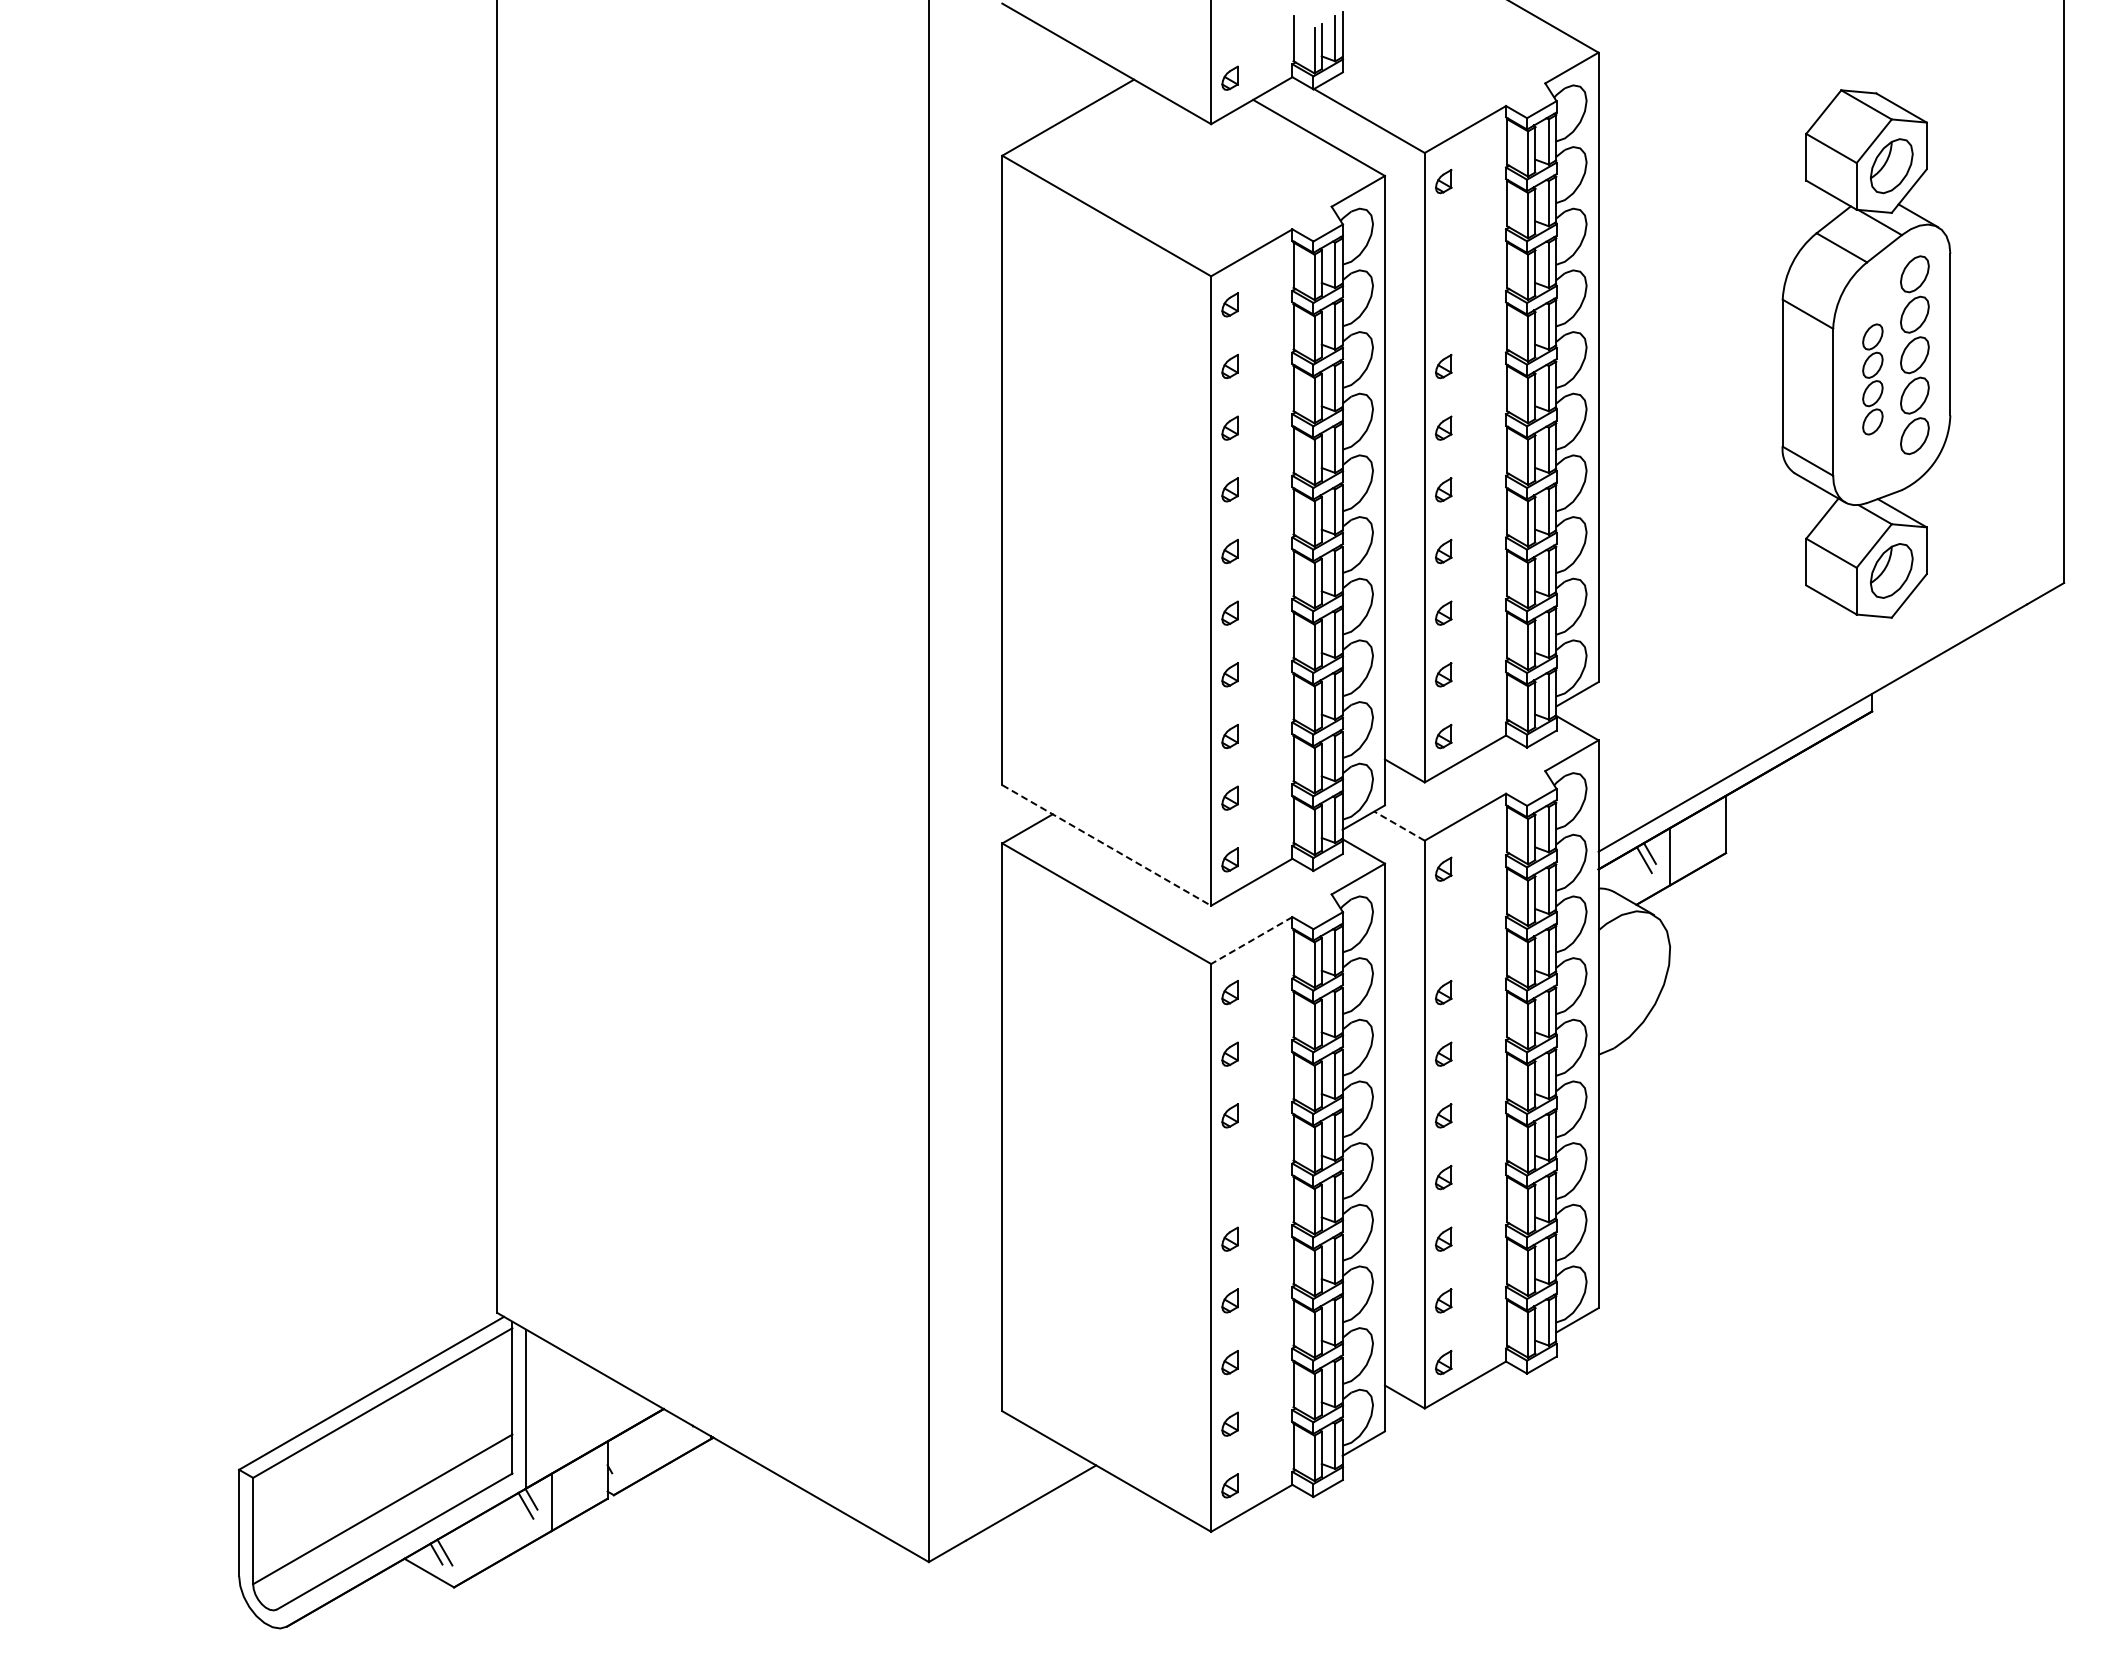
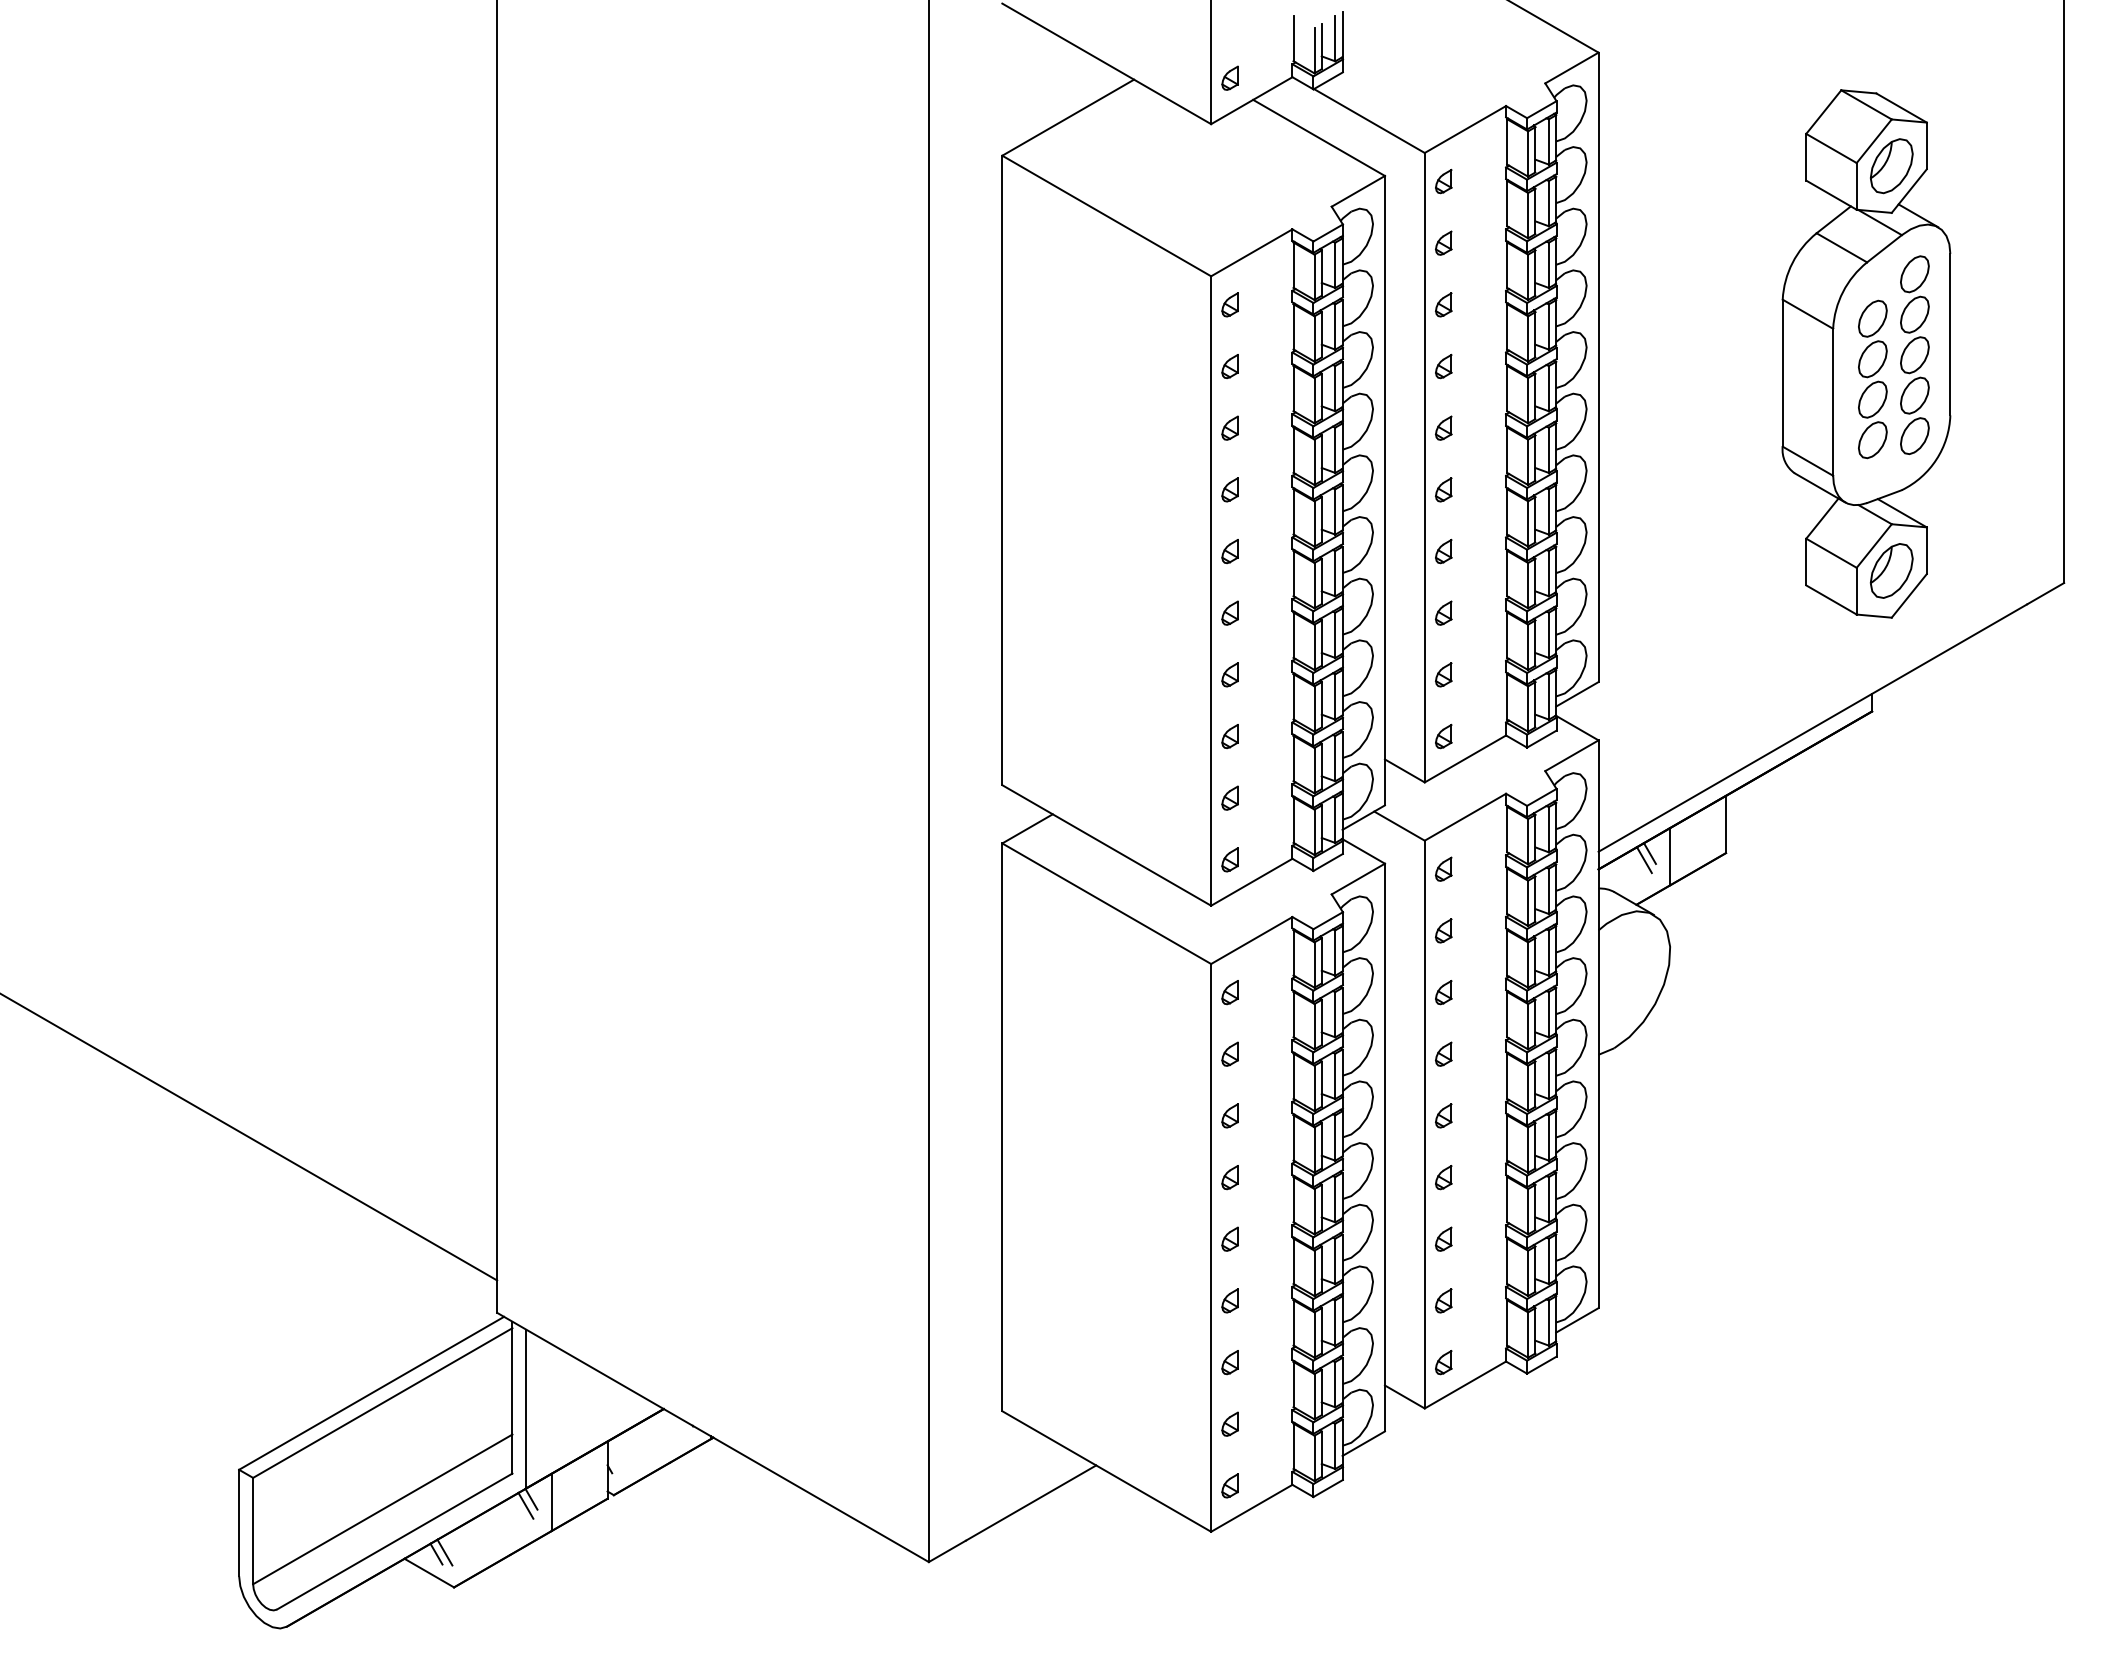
part at (1443, 242): none -> present
part at (1443, 304): none -> present
part at (1872, 379) size: 22x113 px -> 30x161 px
line at (1399, 825): dashed -> solid
line at (1106, 845): dashed -> solid
part at (1443, 930): none -> present
line at (1251, 940): dashed -> solid
line at (249, 1137): none -> present
part at (1229, 1177): none -> present
